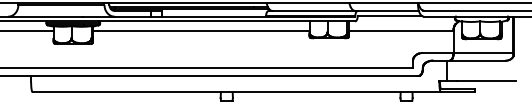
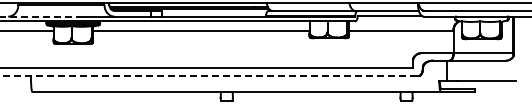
line at (41, 16): solid -> dashed
line at (208, 75): solid -> dashed
